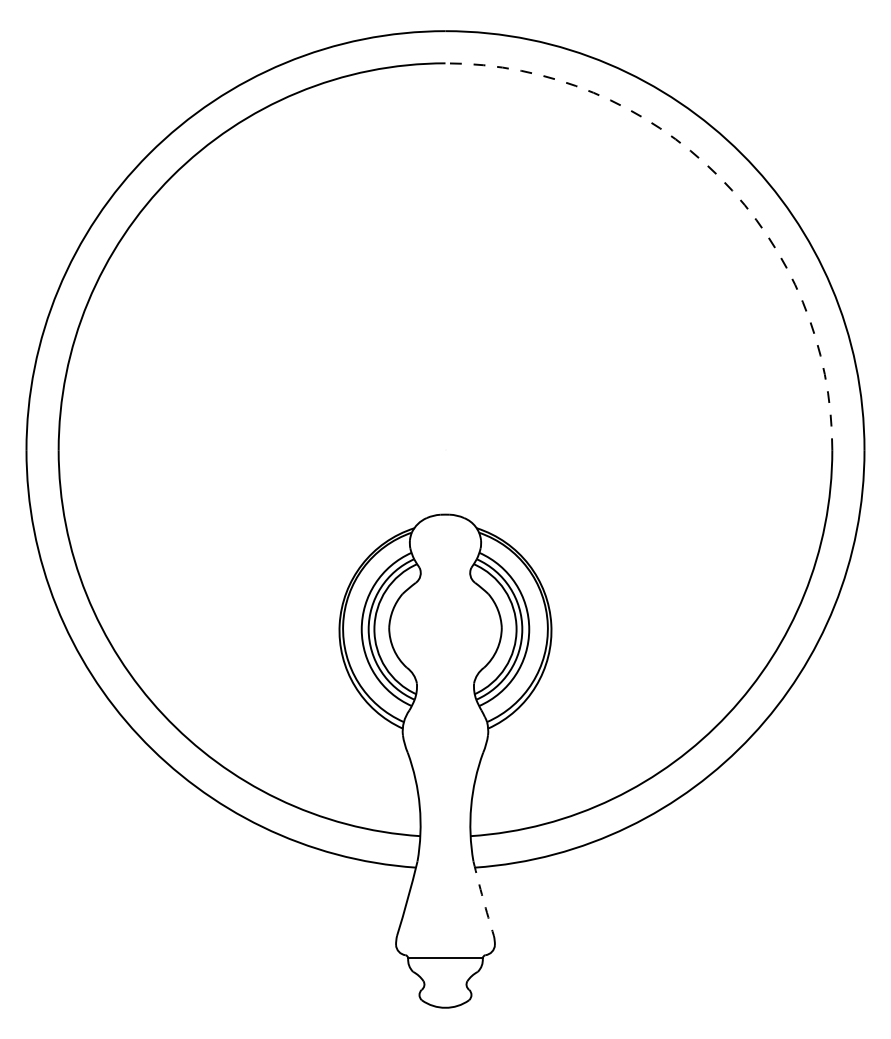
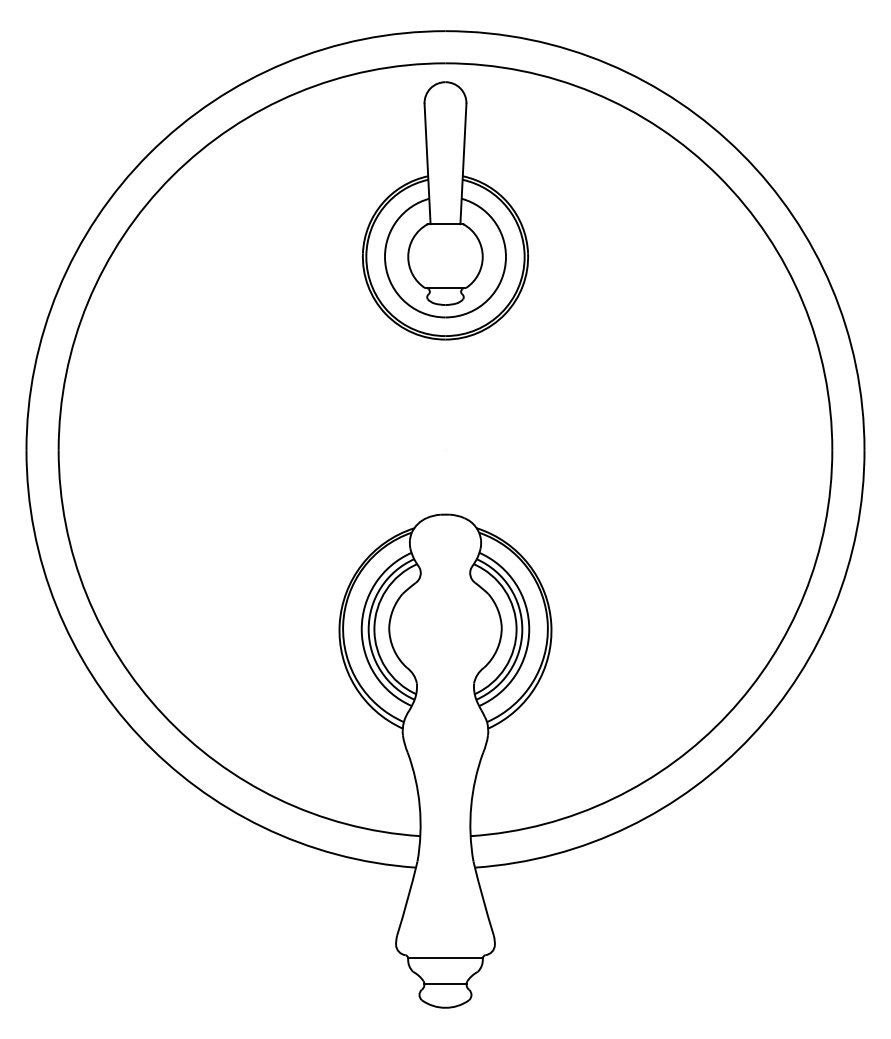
arc at (719, 176): dashed -> solid
part at (445, 210): none -> present
arc at (483, 898): dashed -> solid
line at (445, 983): none -> present
